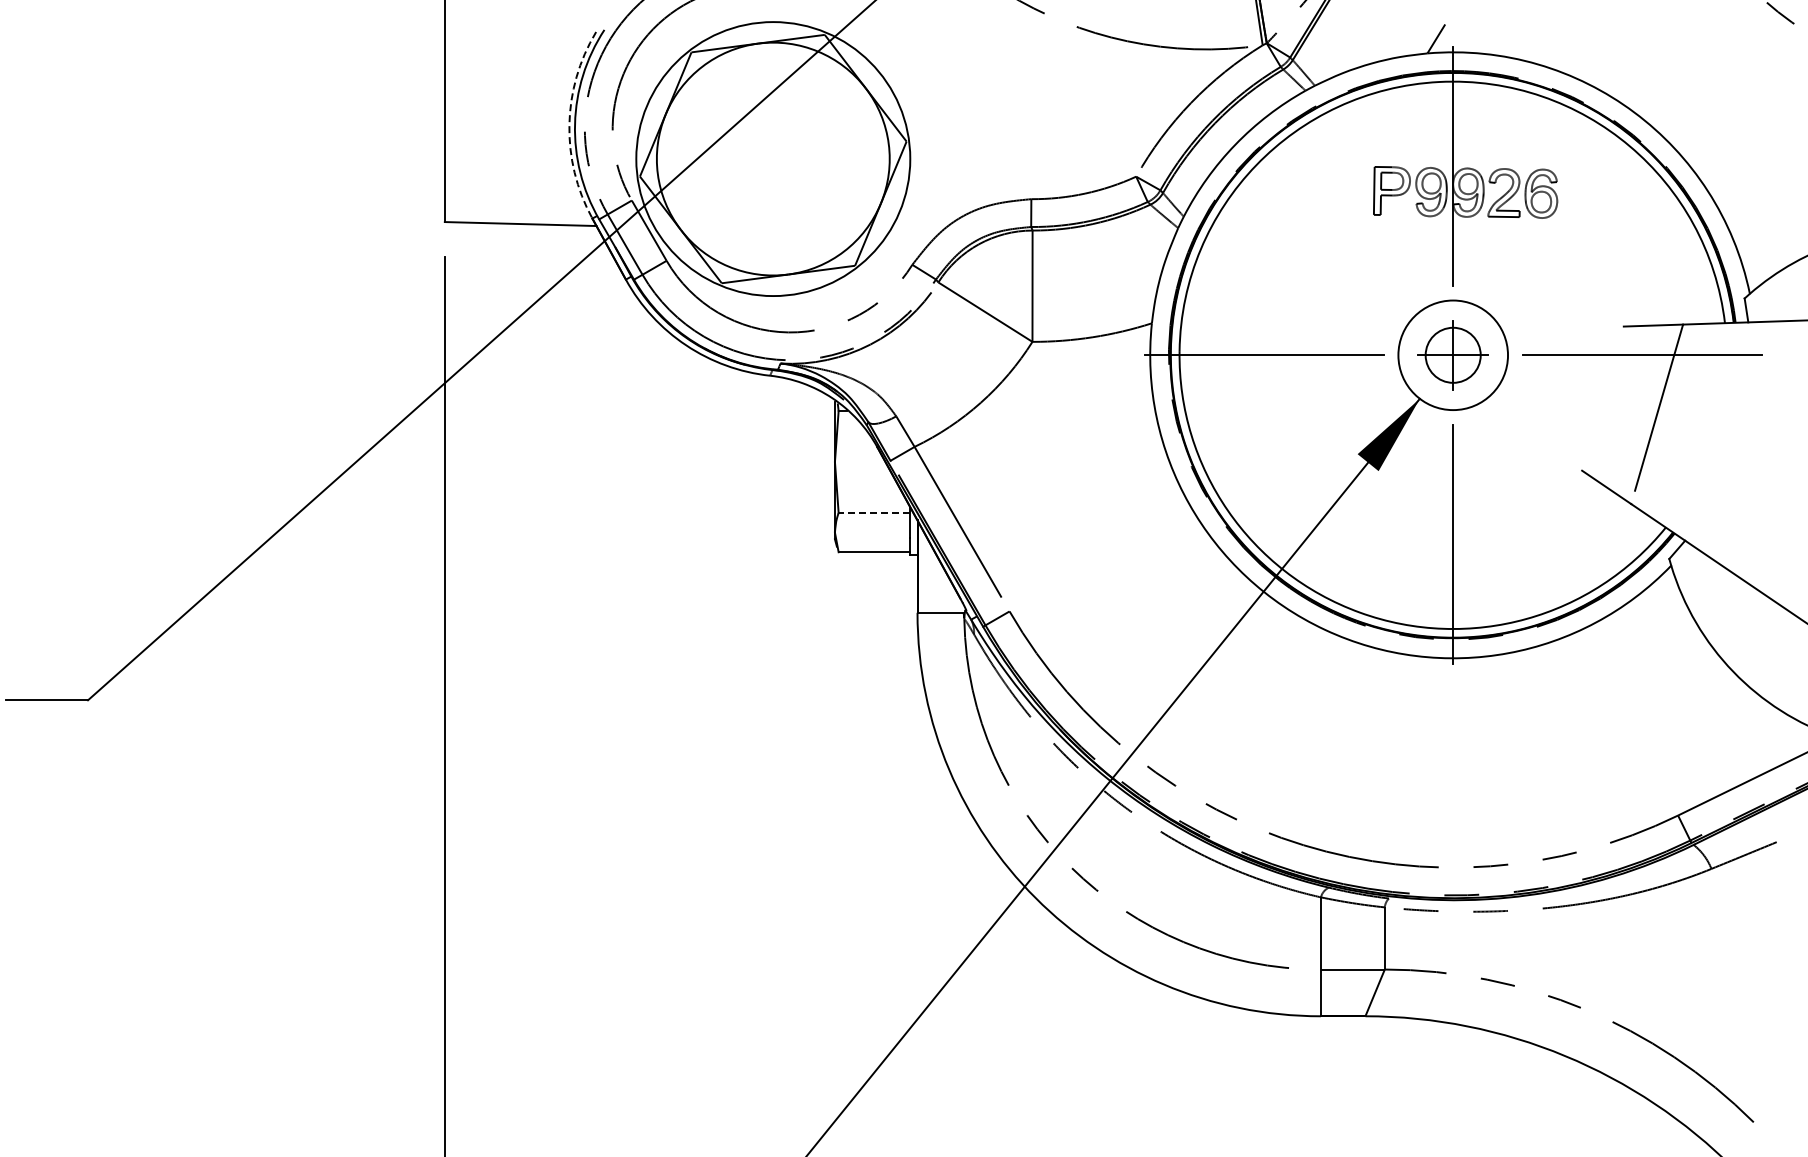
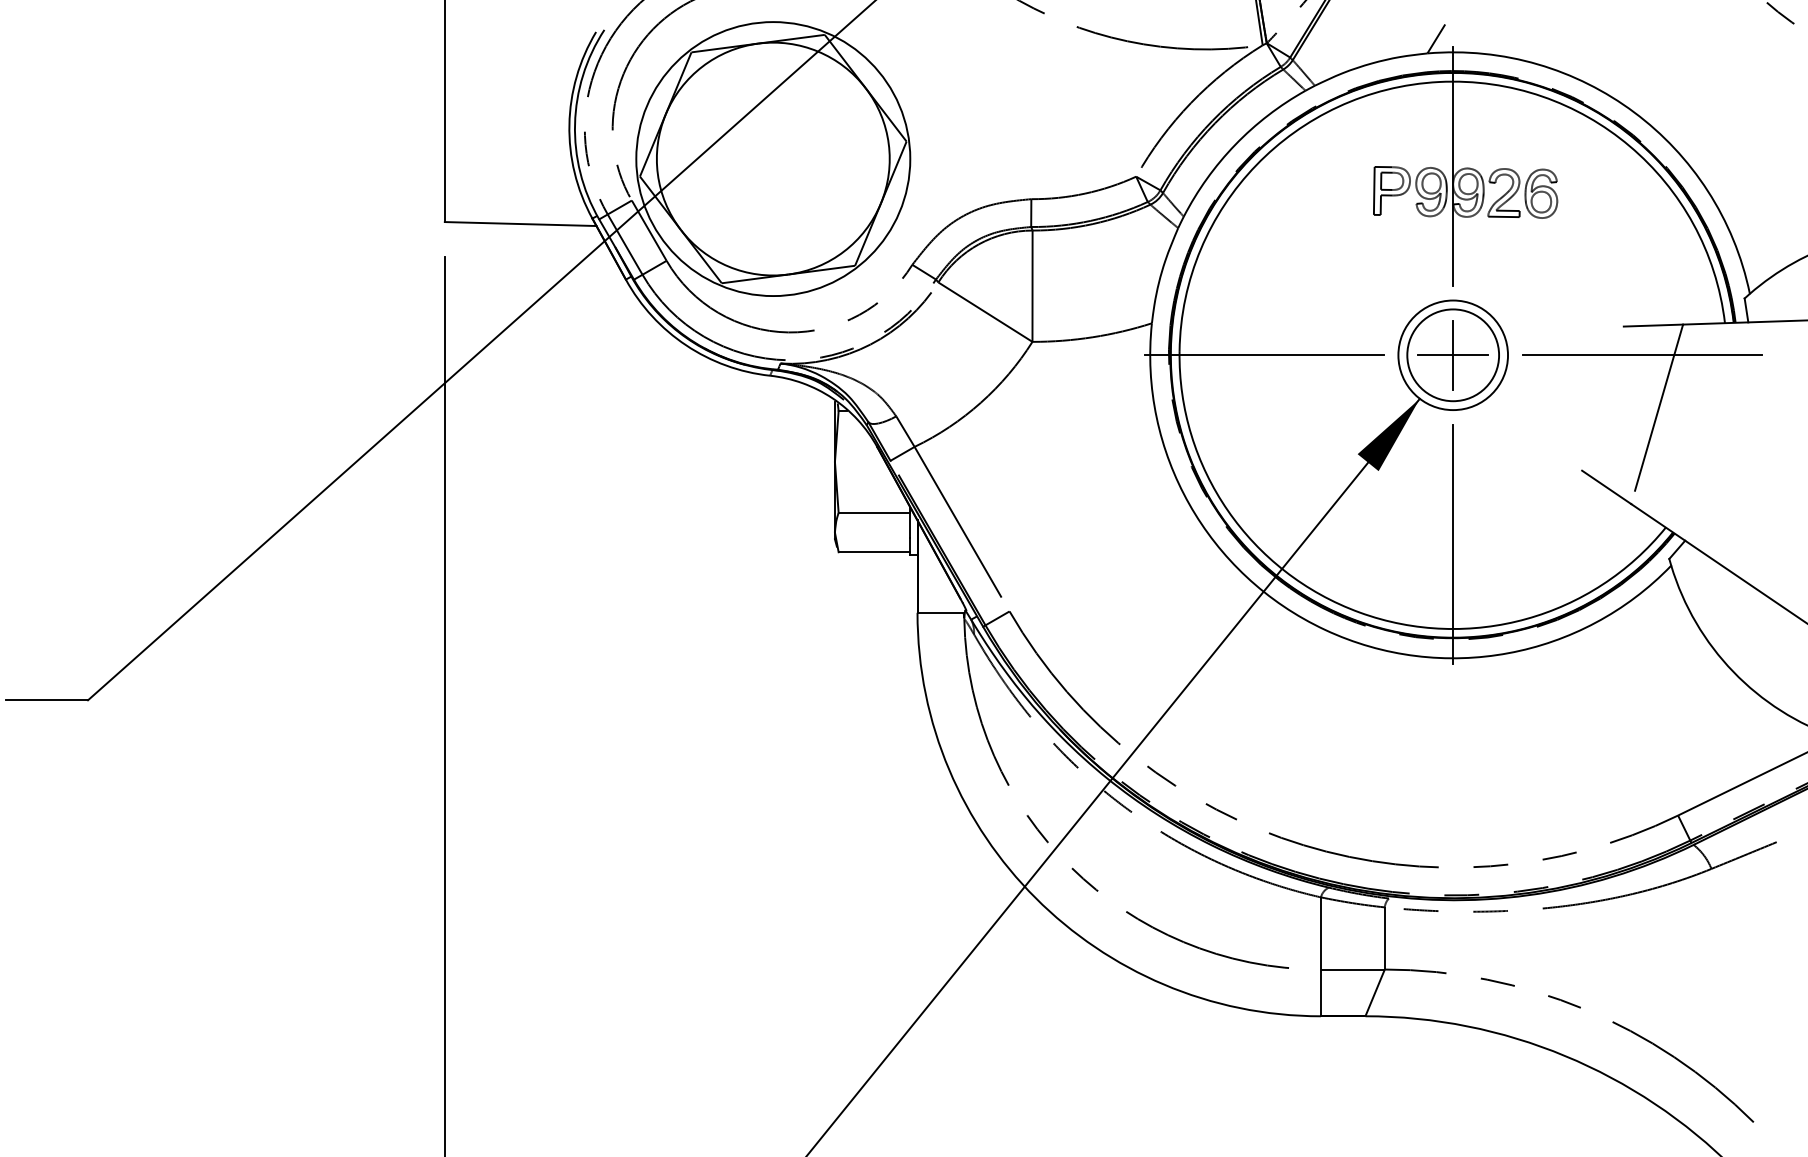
arc at (569, 124): dashed -> solid
circle at (1452, 354) diameter: 55 px -> 92 px
line at (874, 512): dashed -> solid
